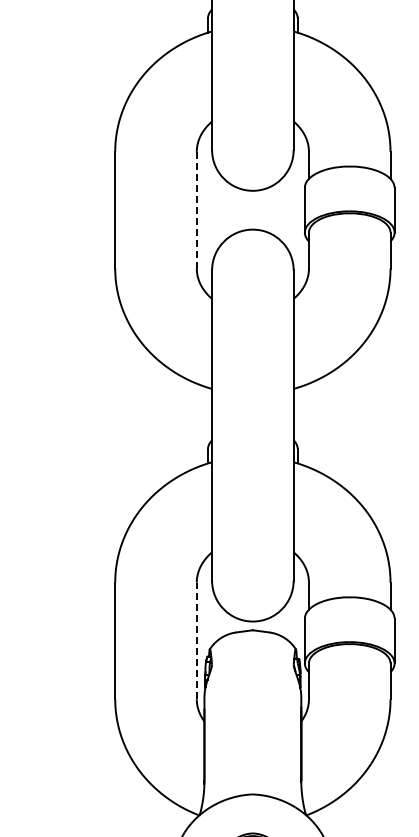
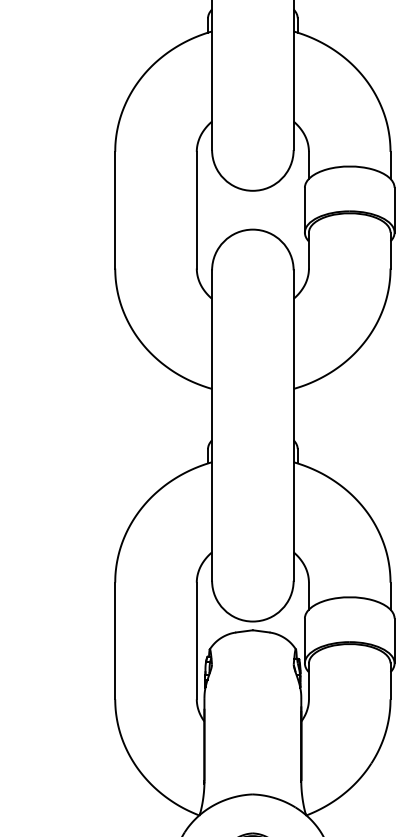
line at (196, 209): dashed -> solid
line at (196, 640): dashed -> solid
